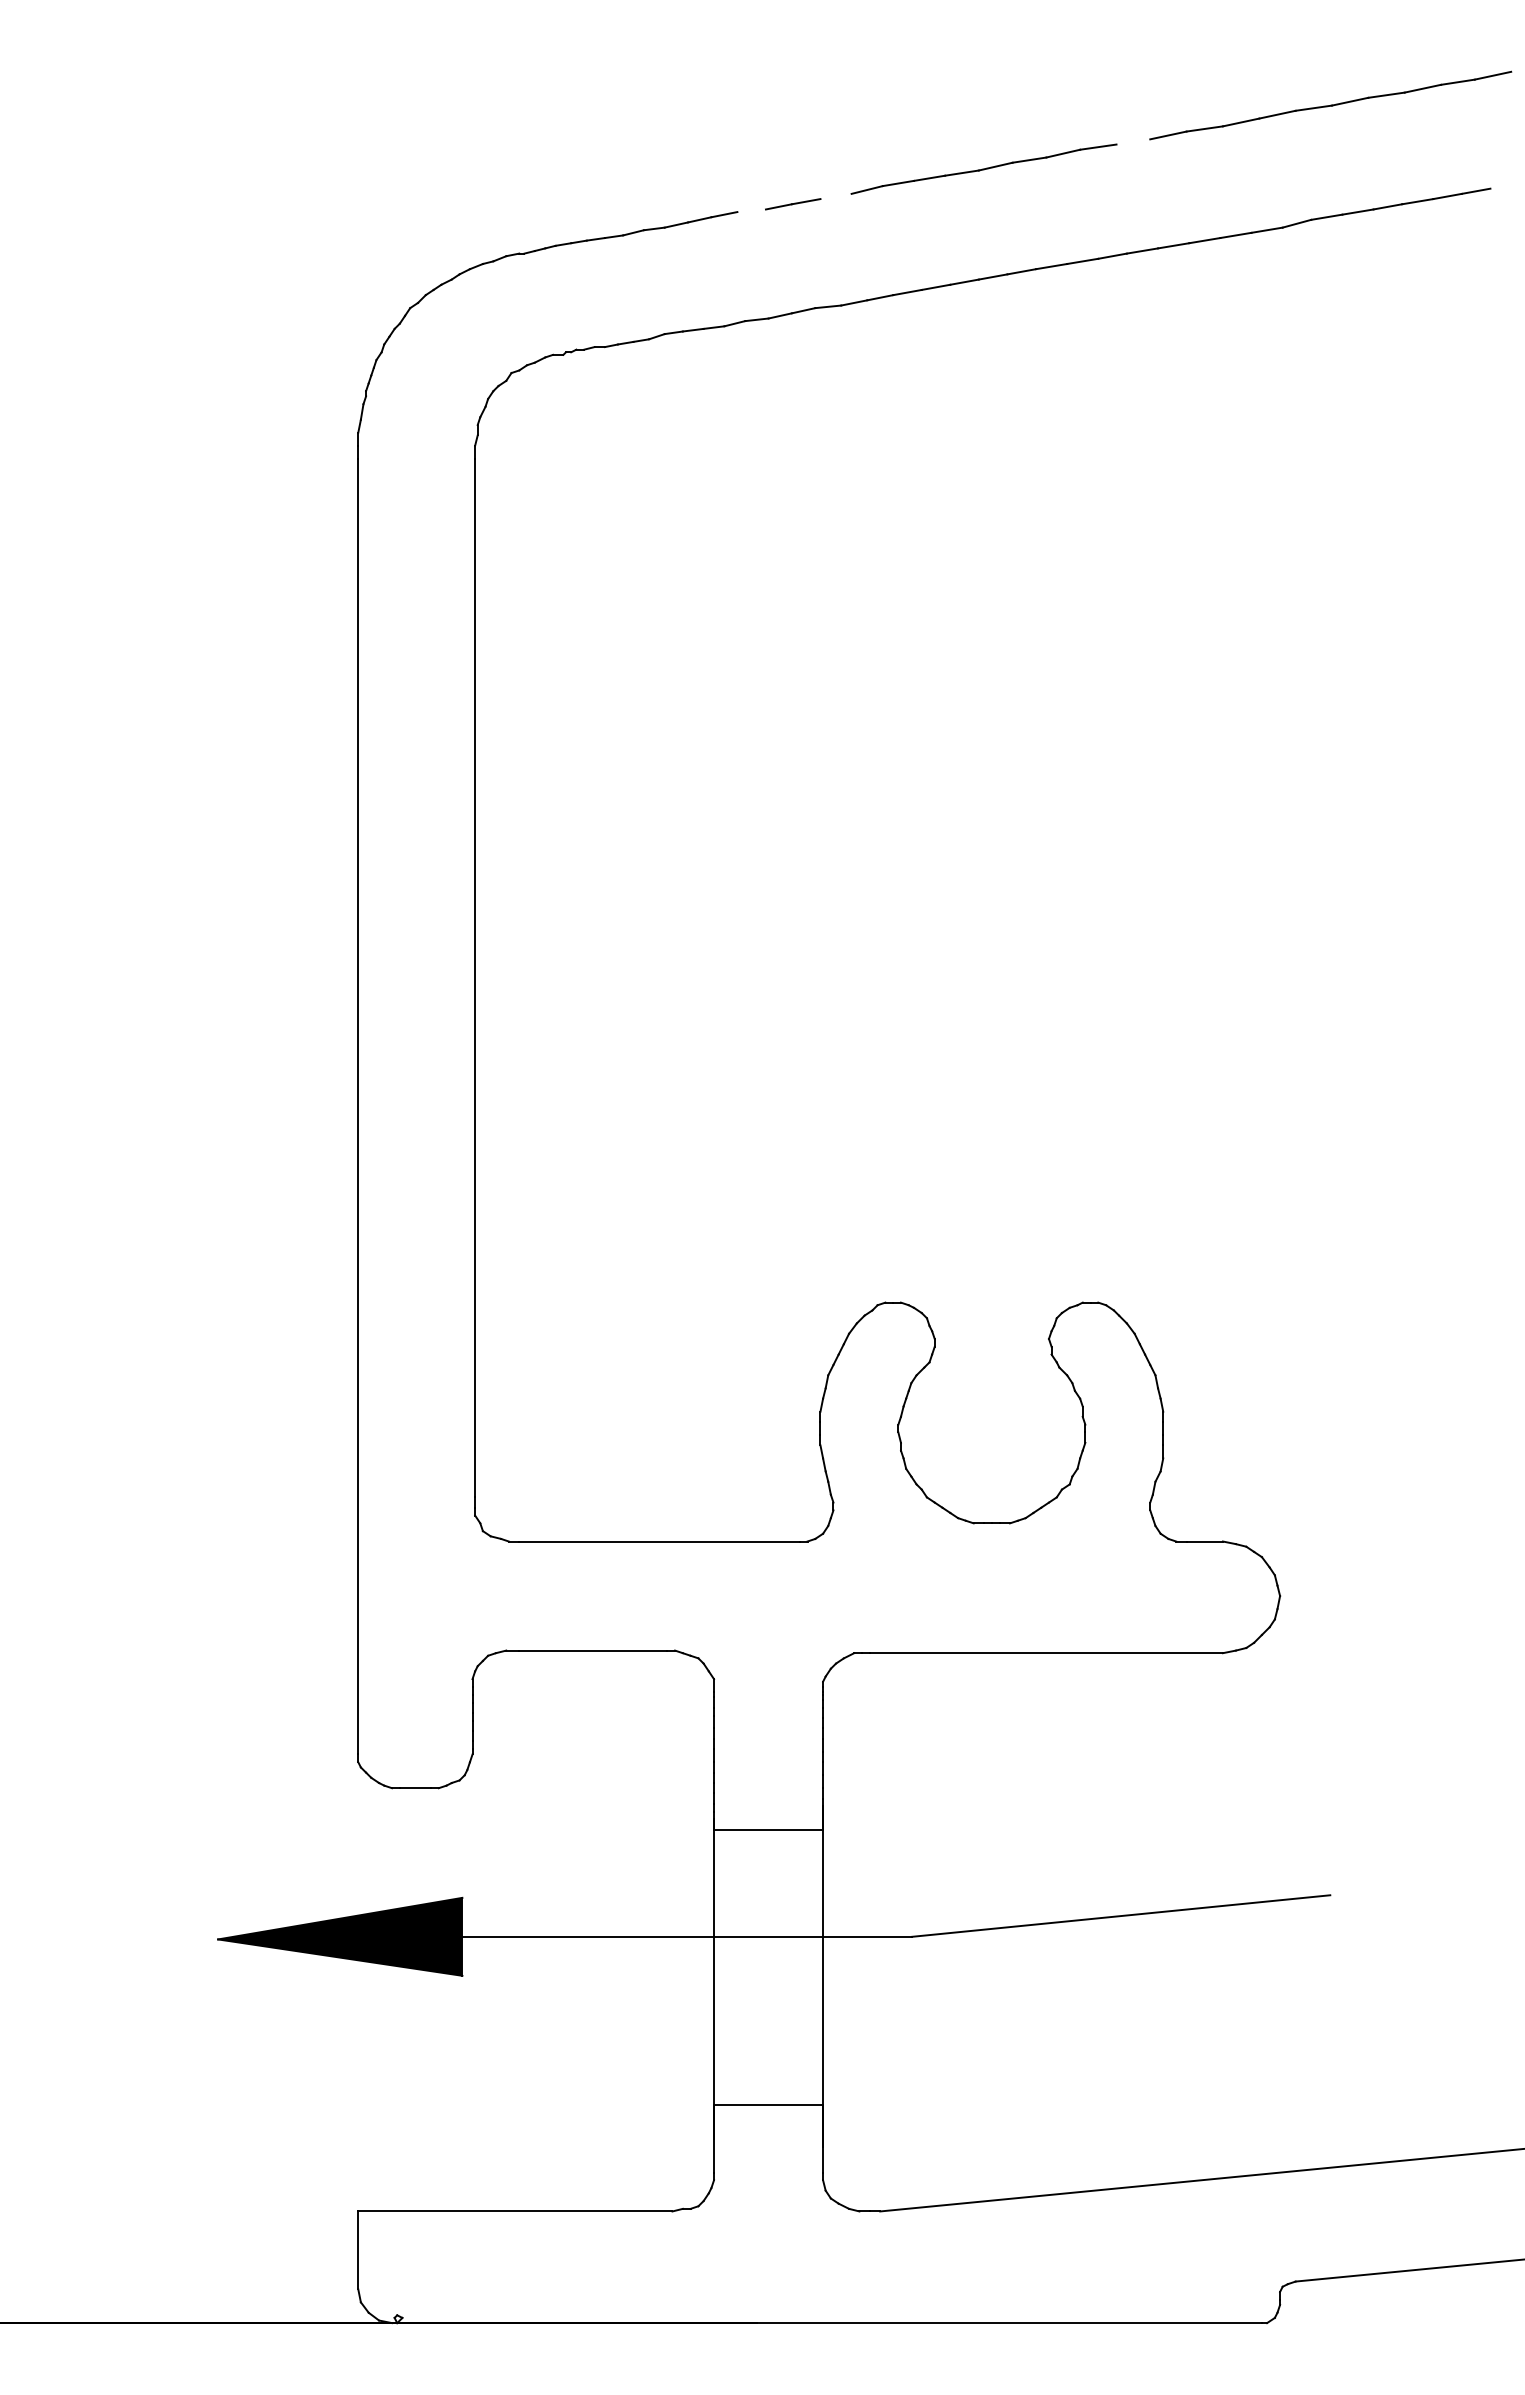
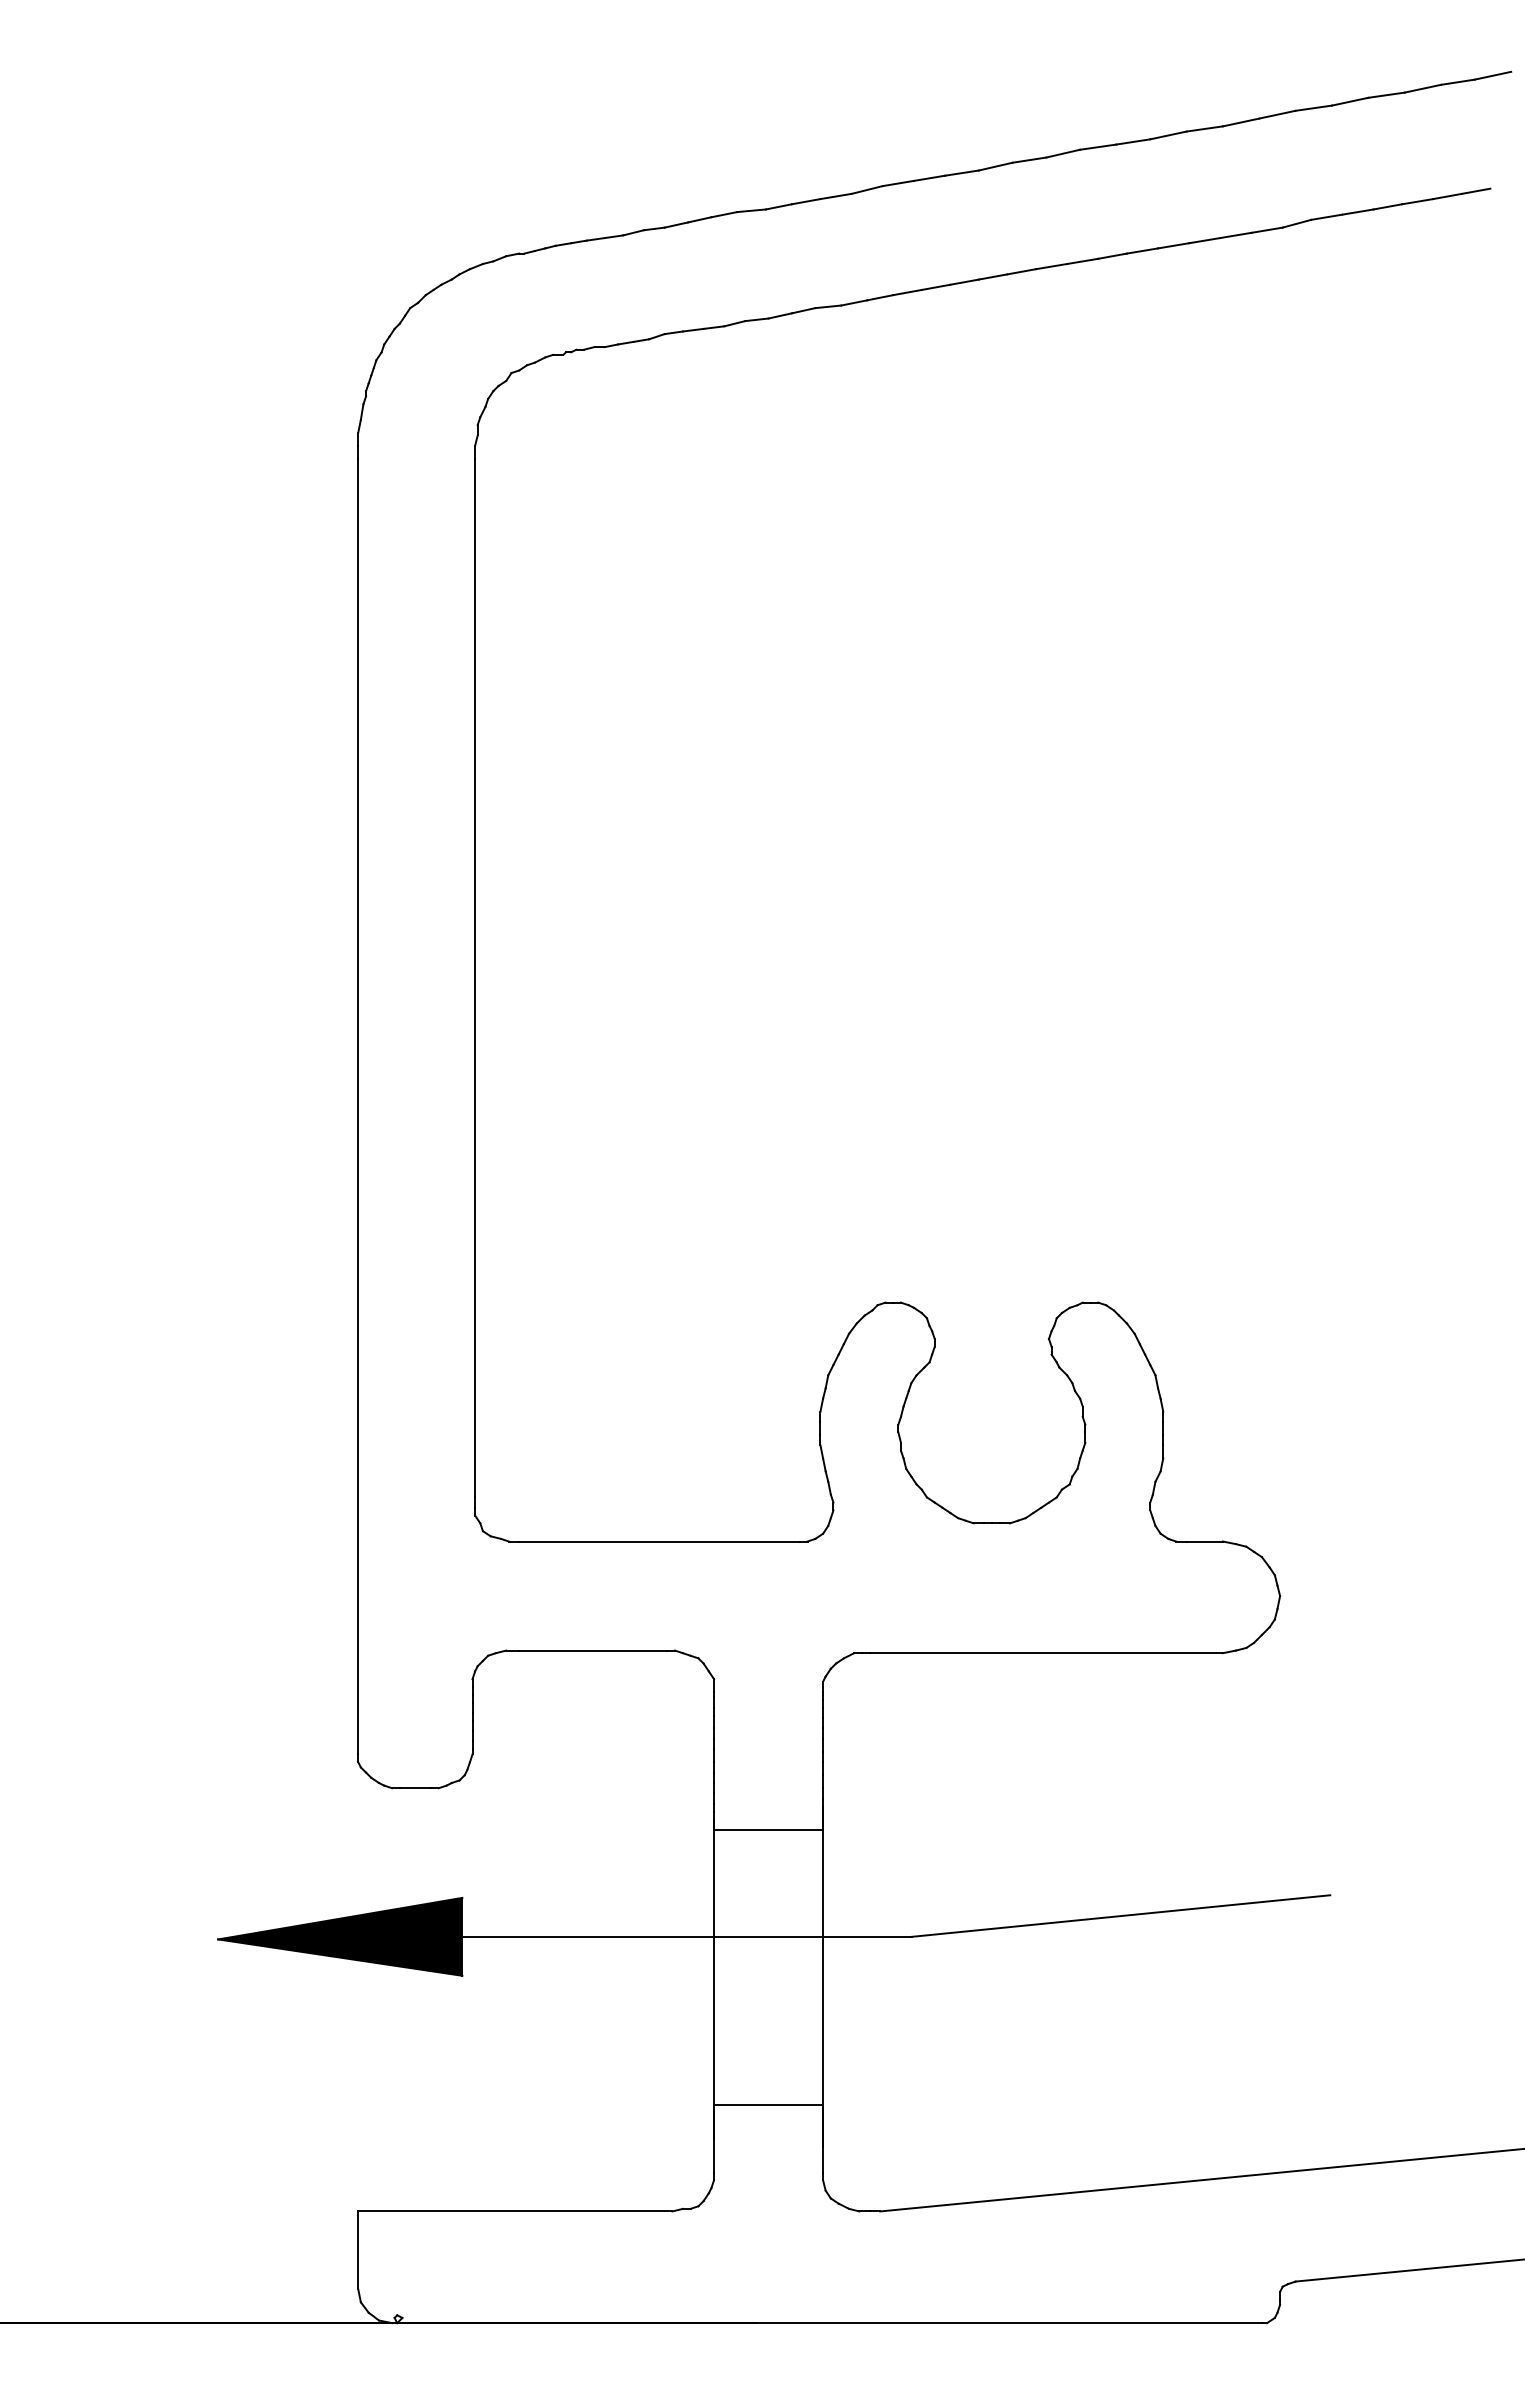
line at (1133, 141): none -> present
line at (835, 196): none -> present
line at (751, 210): none -> present
